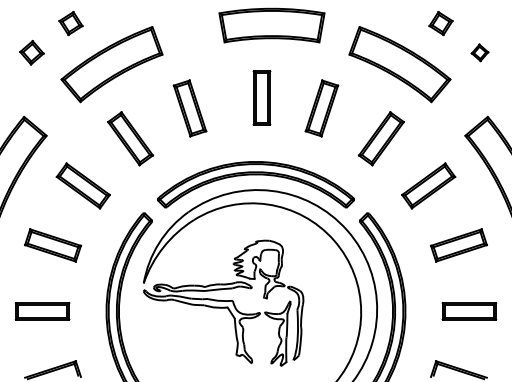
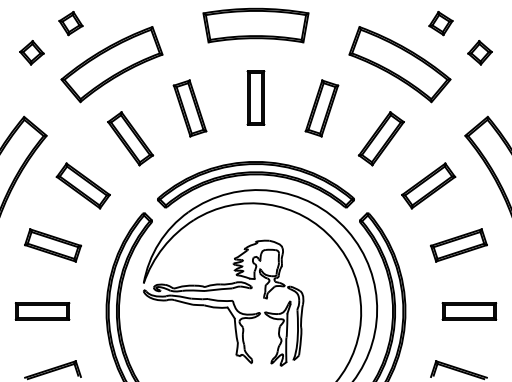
part at (271, 25) position: (271, 25) -> (255, 25)
part at (479, 52) size: 20x20 px -> 26x26 px
part at (261, 97) position: (261, 97) -> (255, 97)
